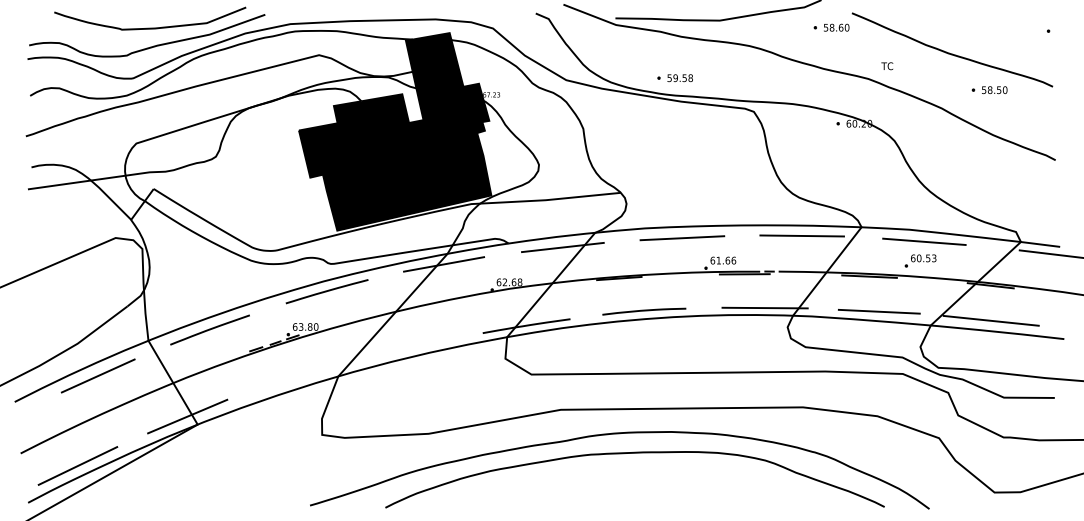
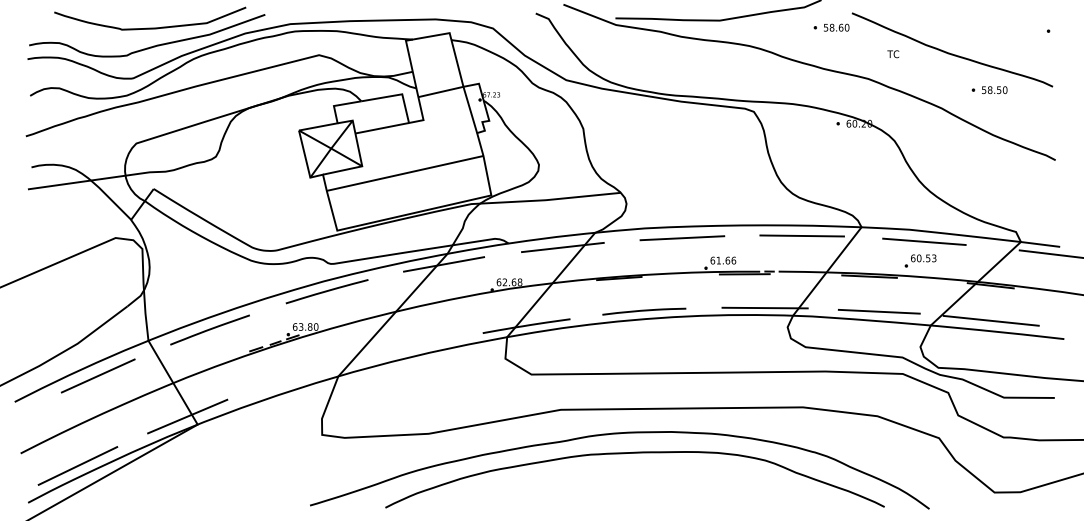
text at (887, 66) position: (887, 66) -> (893, 54)
part at (674, 78): present -> none
fill at (395, 131): present -> none
